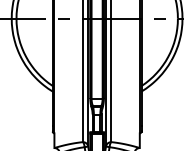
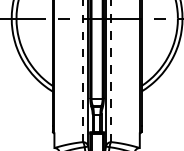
line at (82, 71): solid -> dashed
line at (111, 71): solid -> dashed
